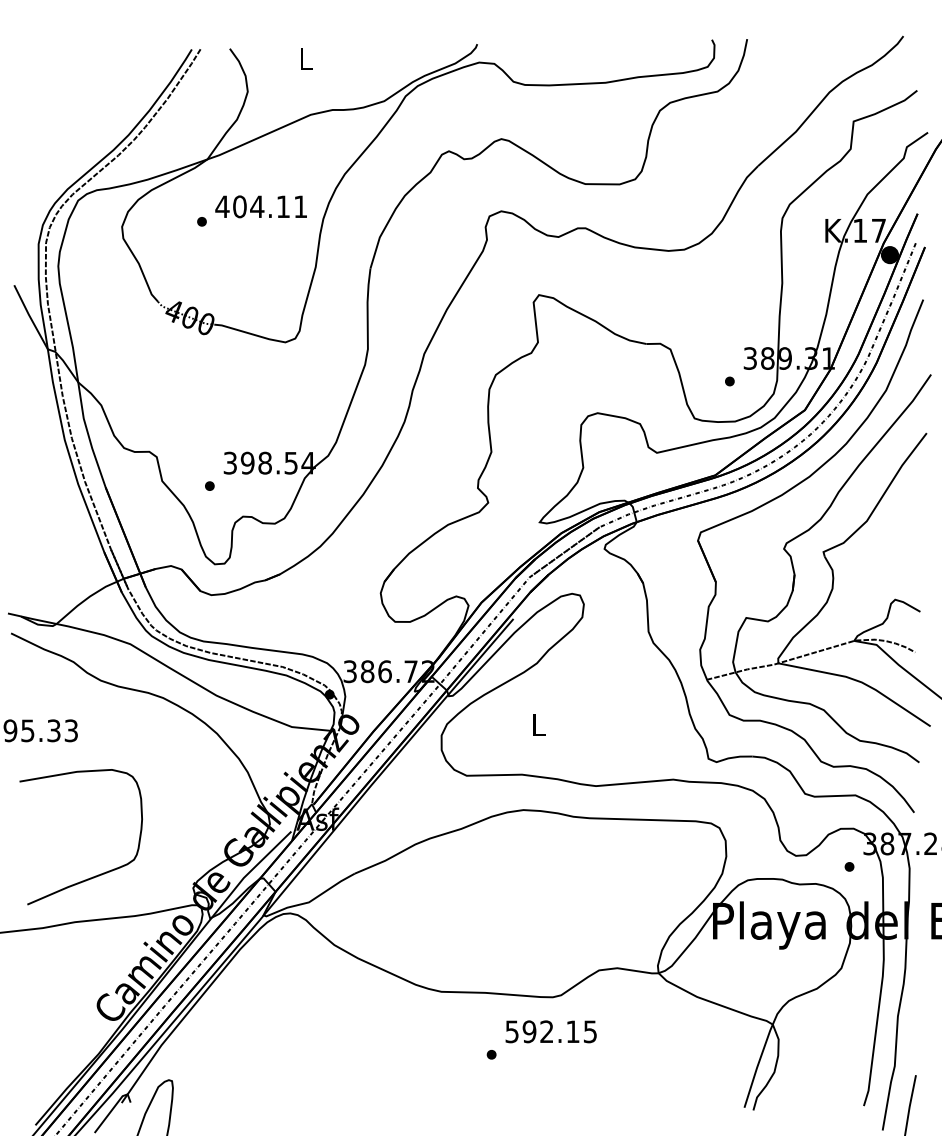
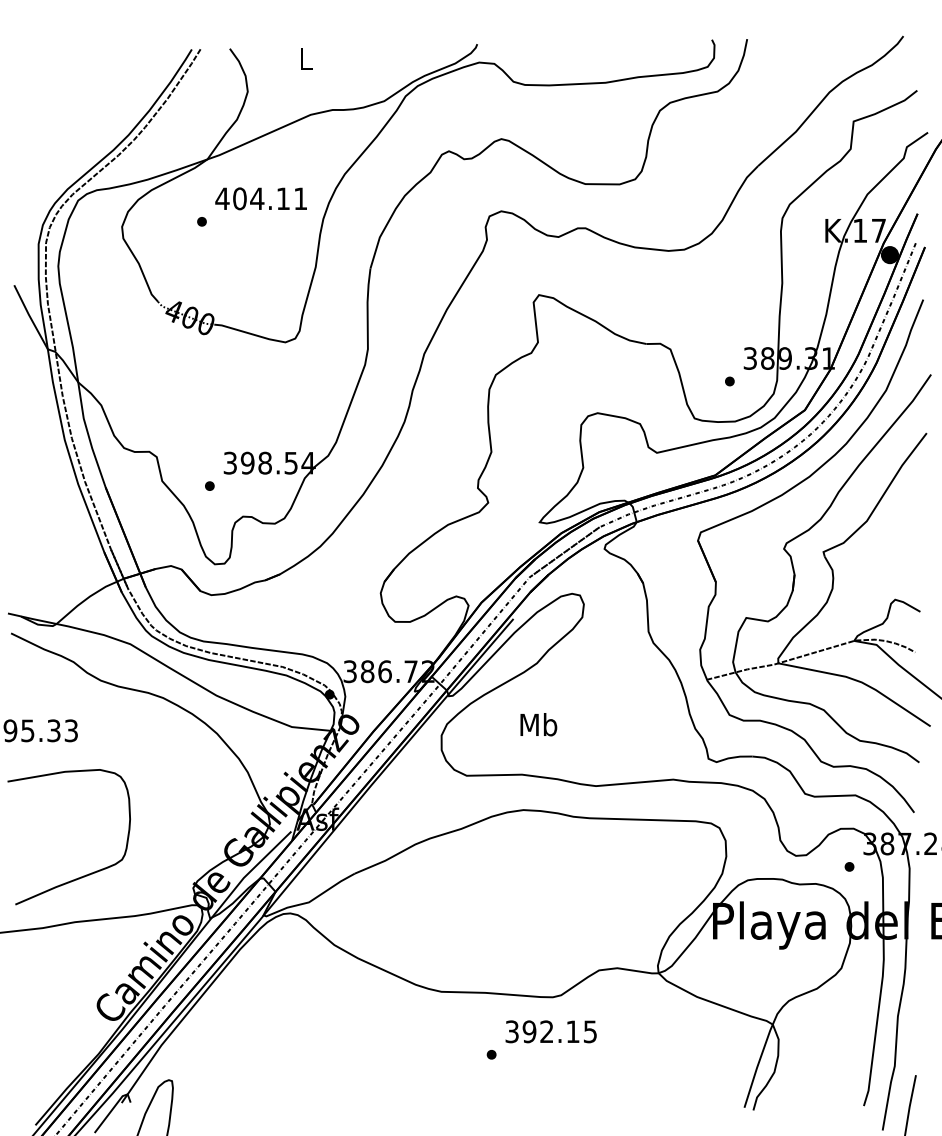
text at (260, 206) position: (260, 206) -> (260, 198)
text at (538, 724): L -> Mb
curve at (92, 876) position: (92, 876) -> (80, 876)
text at (512, 1031): 592.15 -> 392.15
